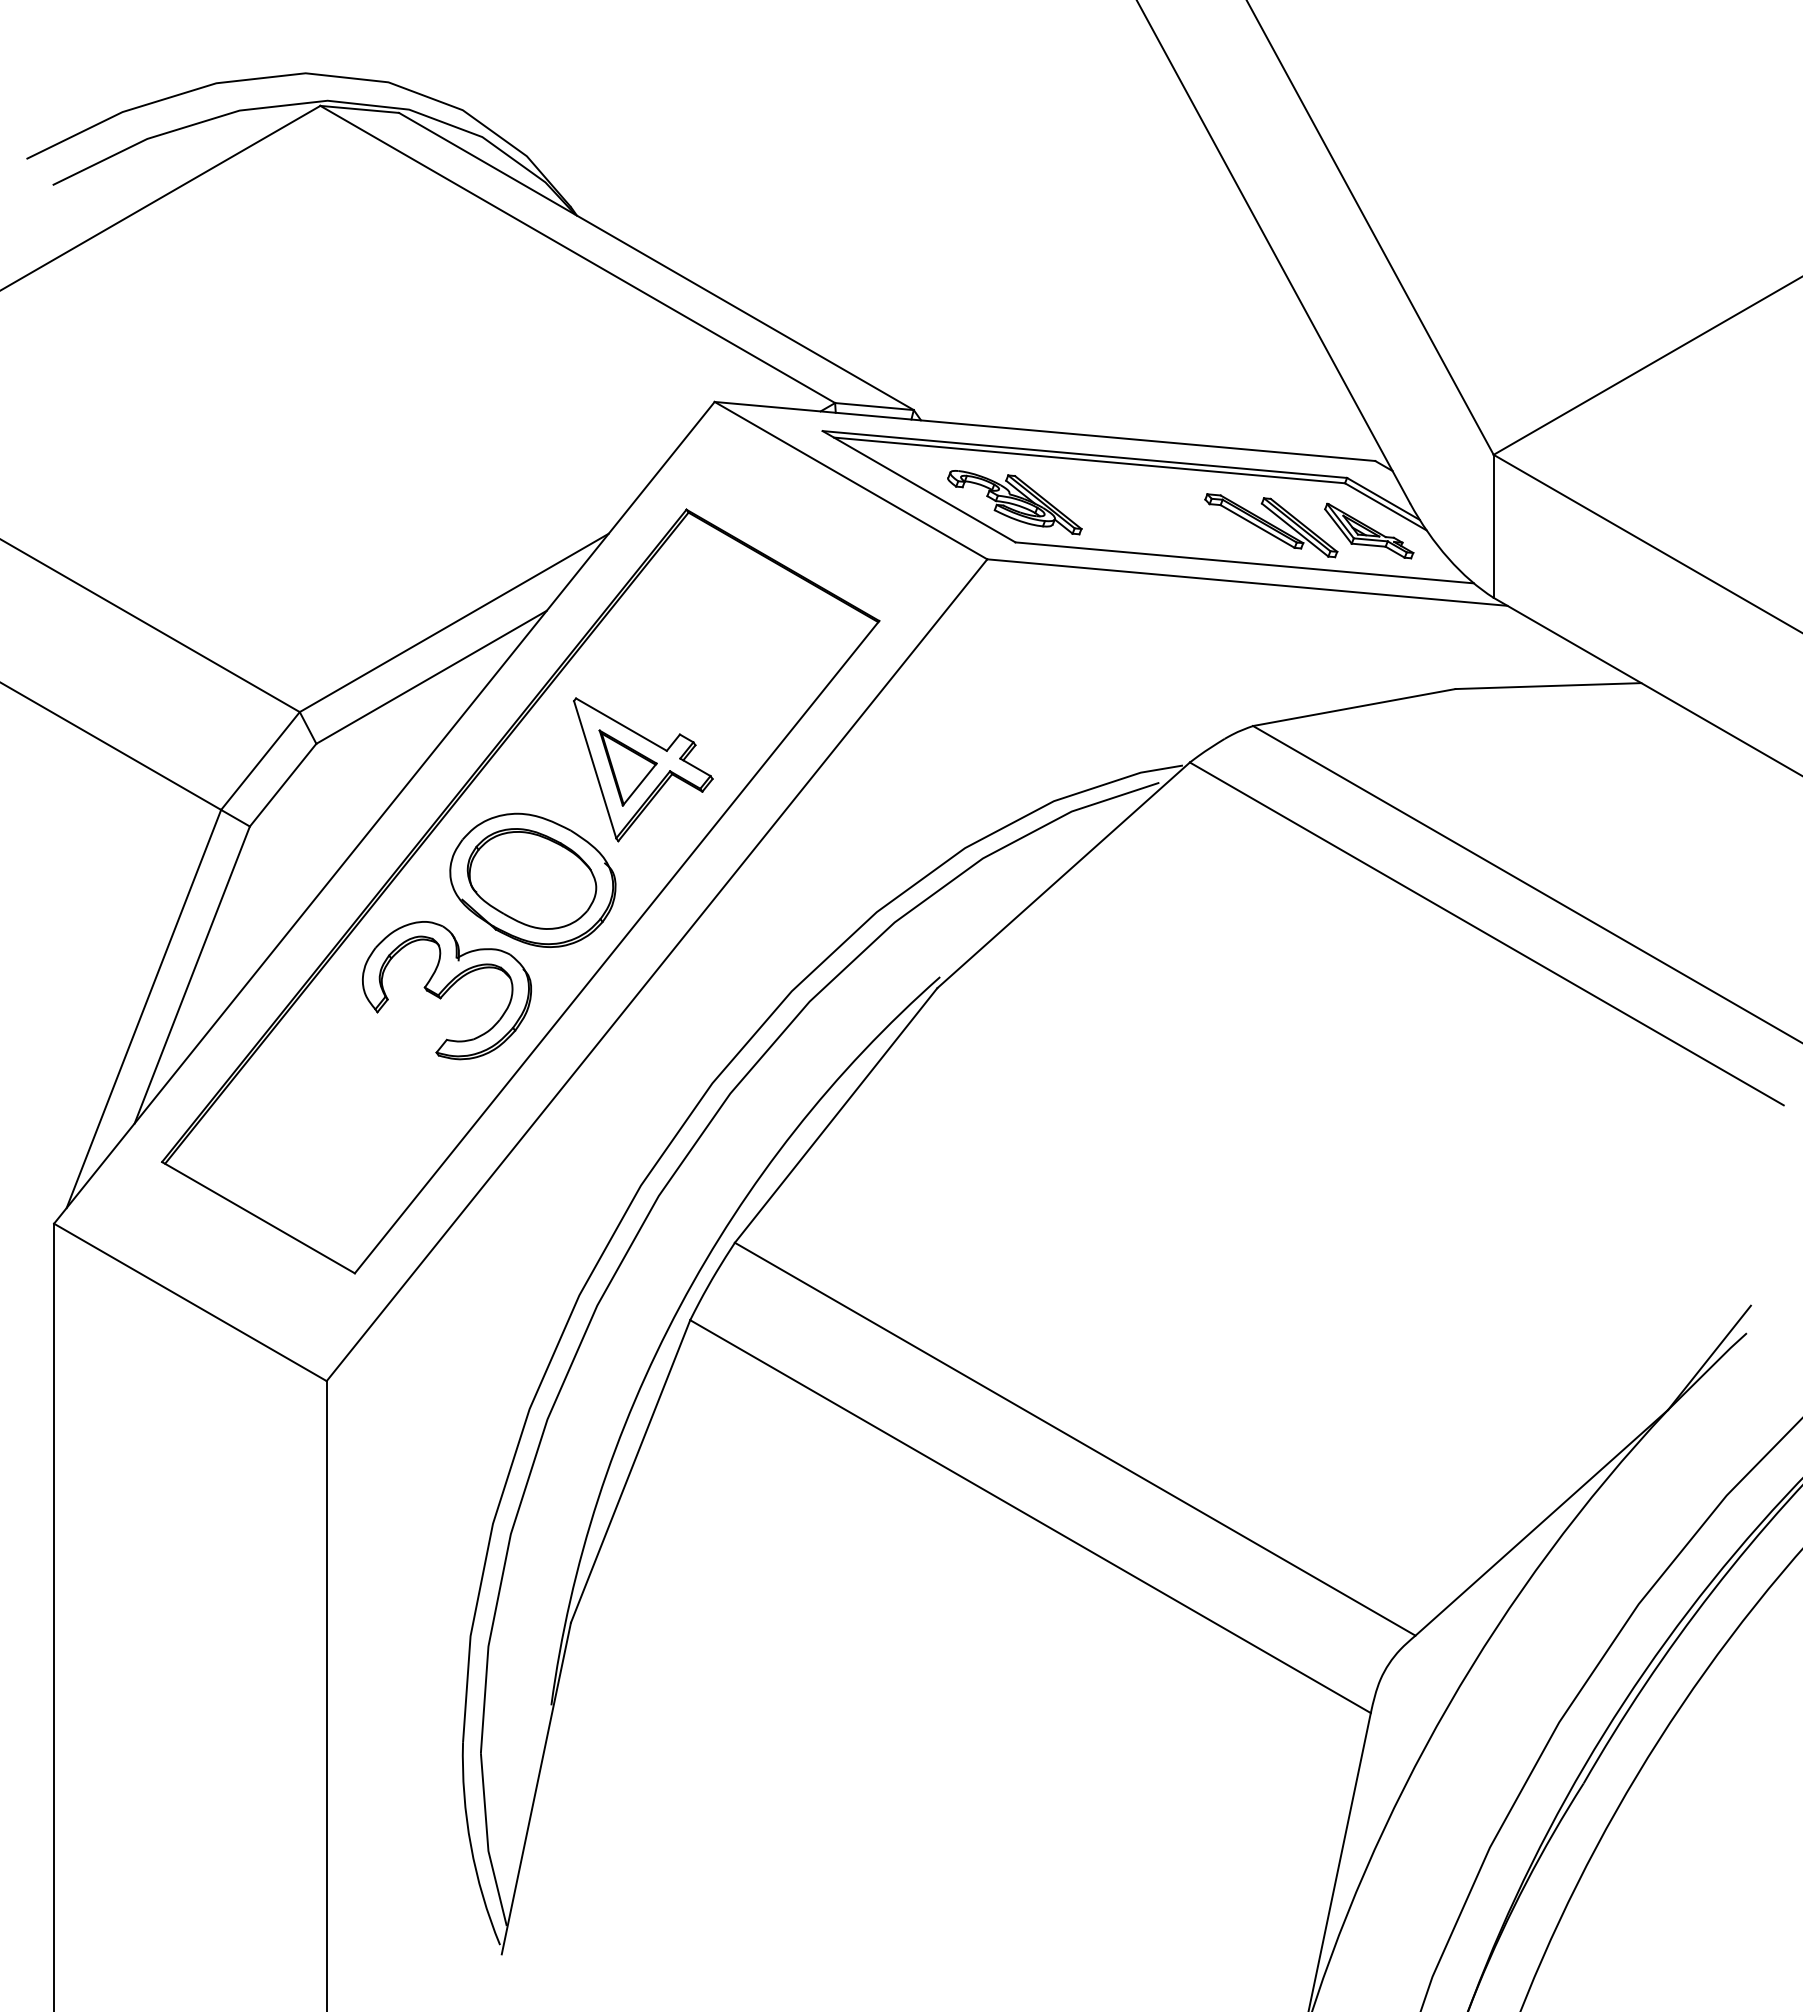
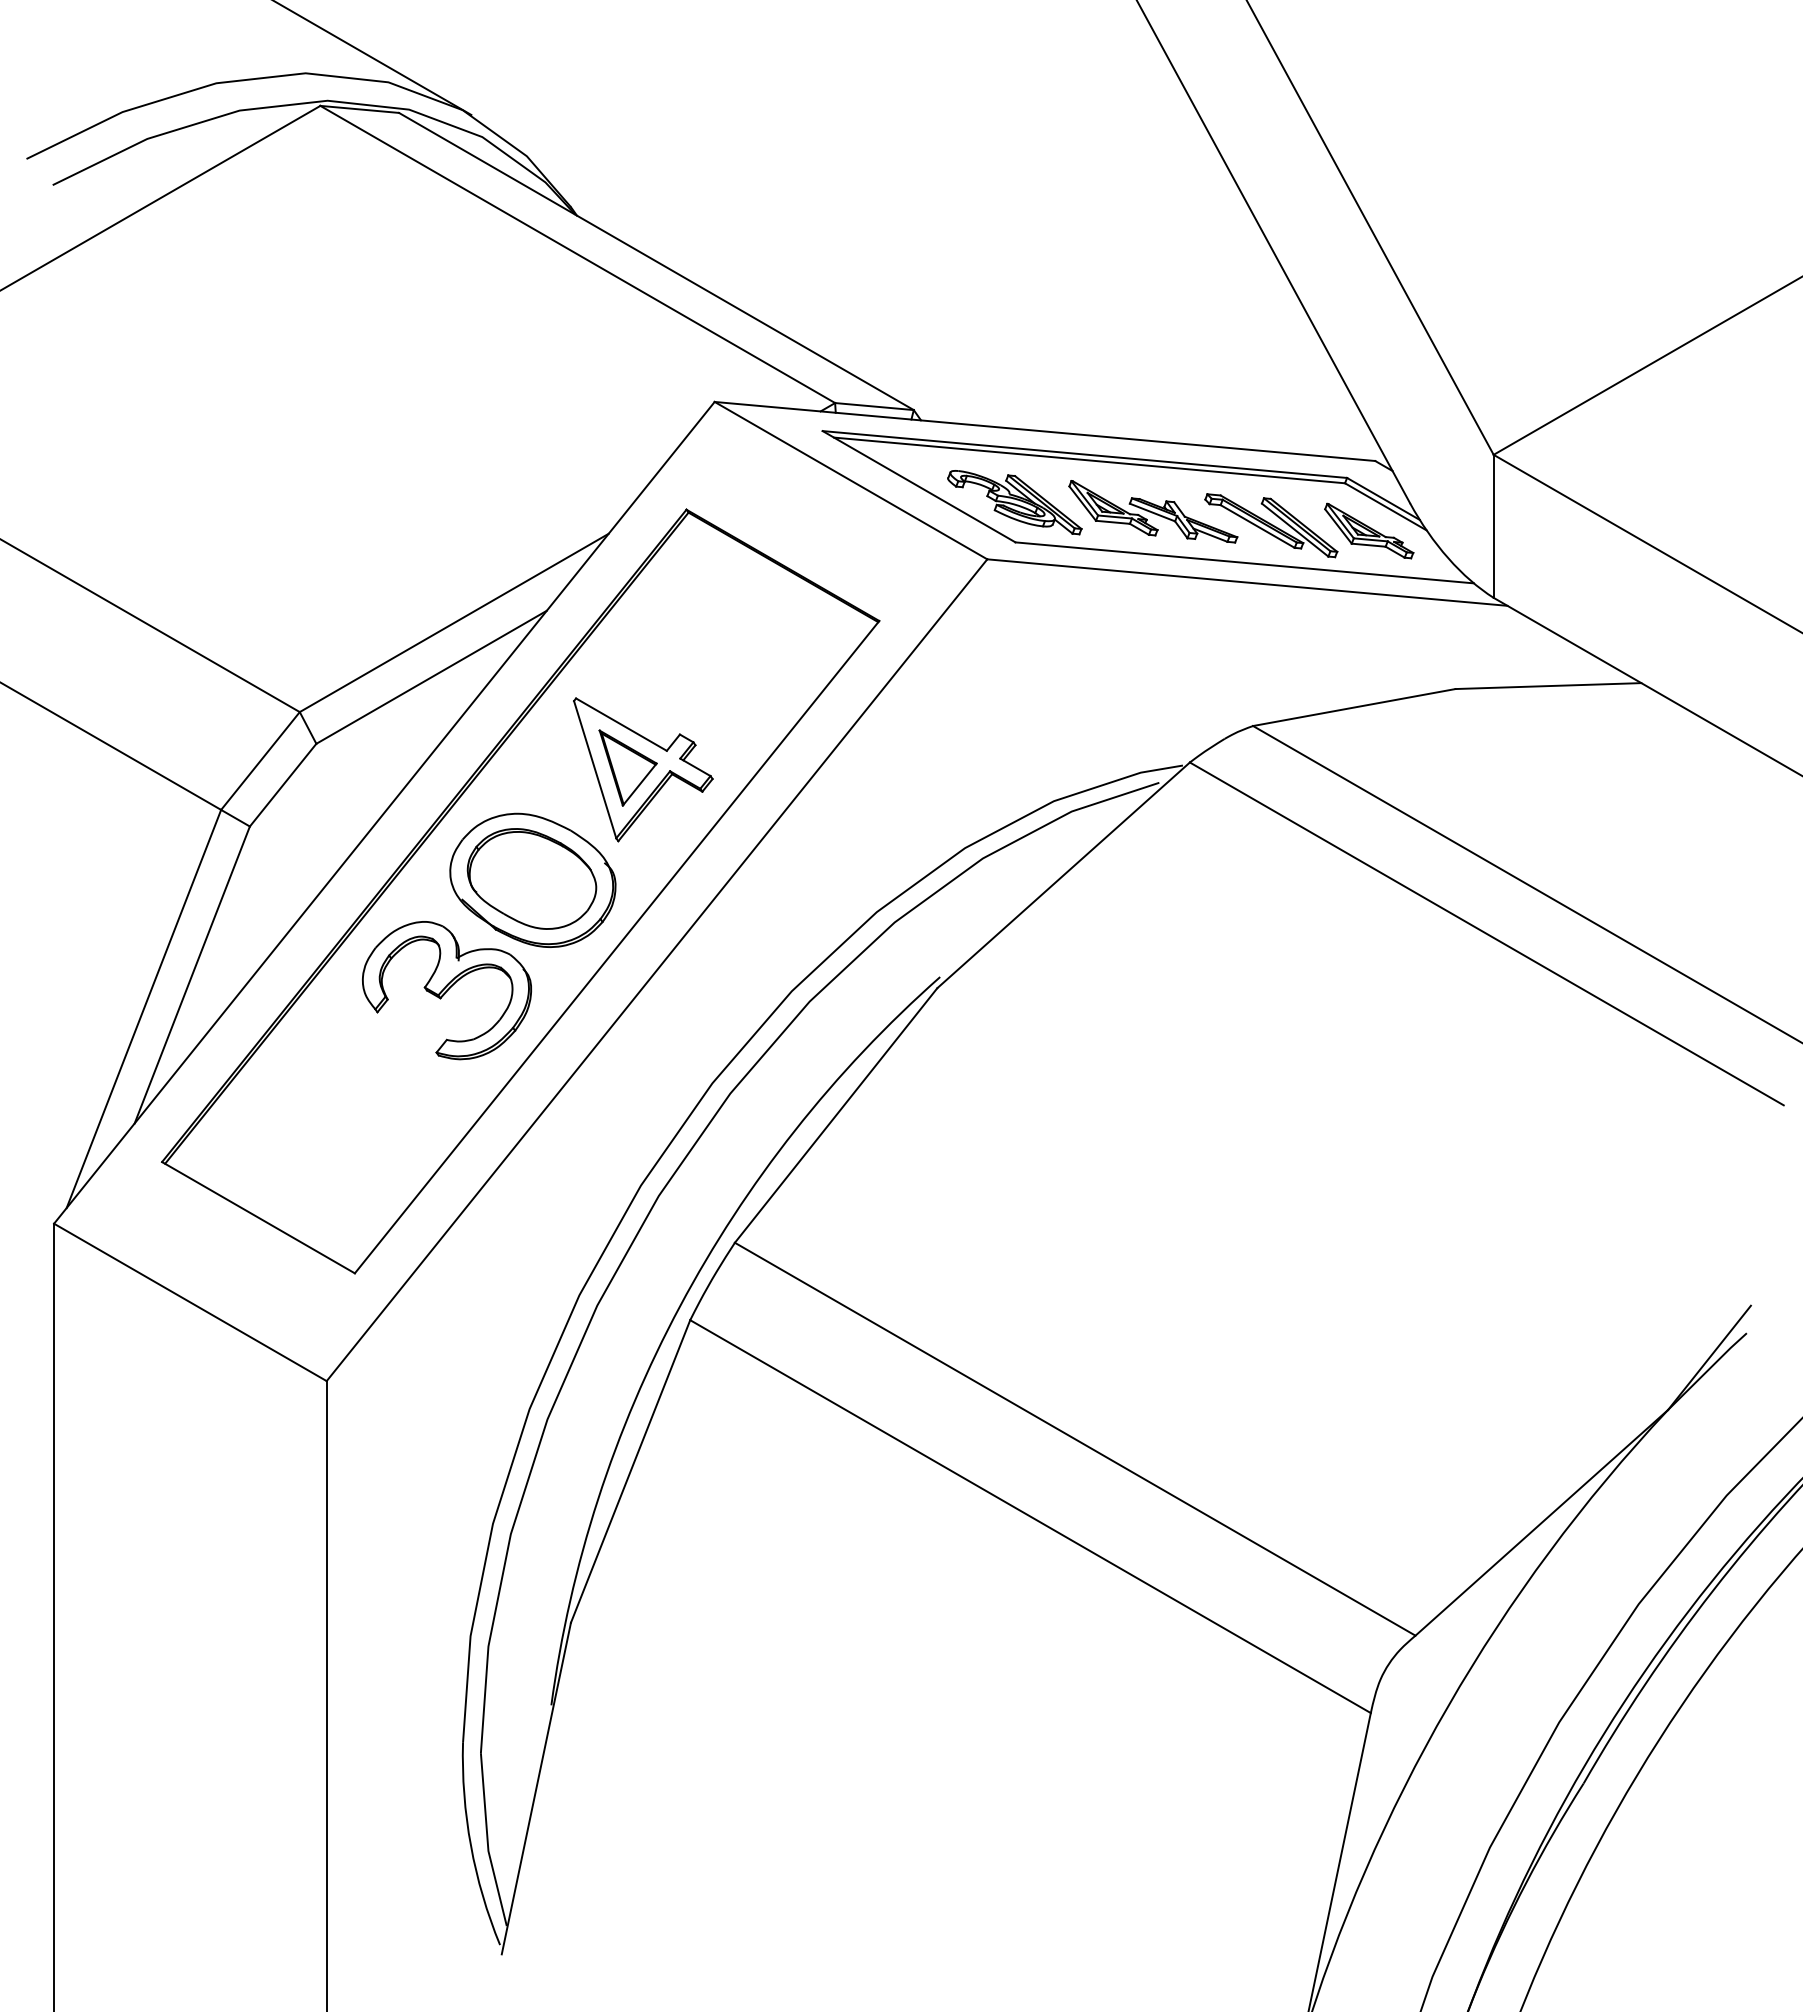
line at (373, 58): none -> present
part at (1153, 511): none -> present
